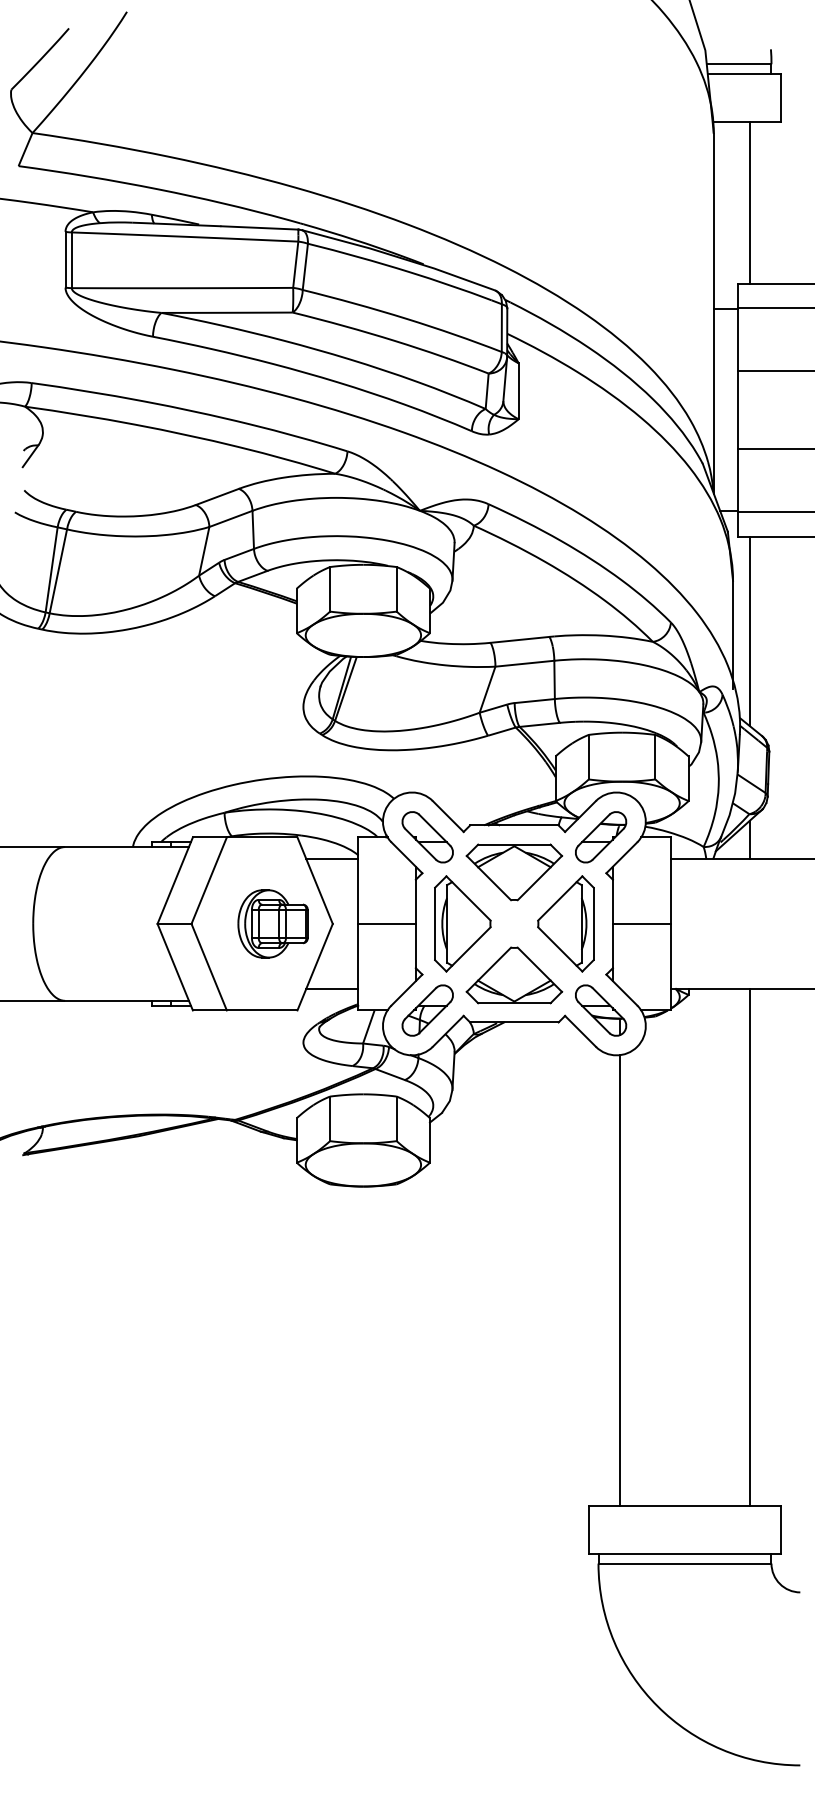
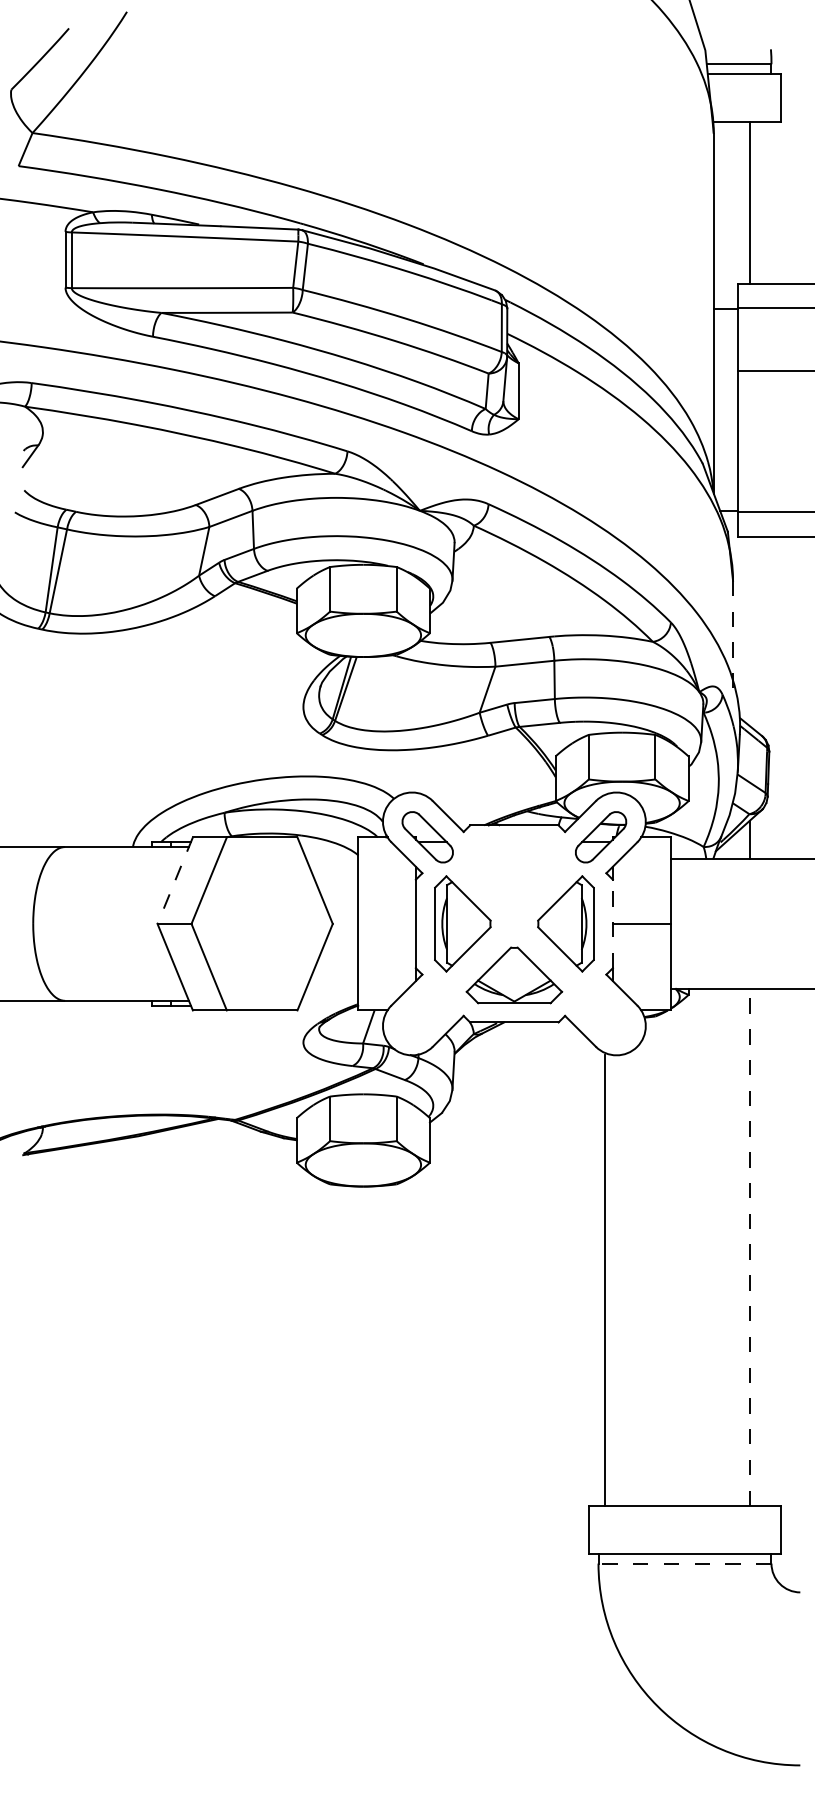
line at (774, 449): present -> none
line at (749, 630): present -> none
line at (733, 634): solid -> dashed
line at (332, 859): present -> none
part at (514, 872): present -> none
line at (175, 880): solid -> dashed
part at (272, 923): present -> none
line at (386, 923): present -> none
line at (612, 923): solid -> dashed
line at (332, 988): present -> none
part at (427, 1010): present -> none
part at (601, 1010): present -> none
line at (749, 1247): solid -> dashed
line at (620, 1280) position: (620, 1280) -> (605, 1280)
line at (684, 1563): solid -> dashed
